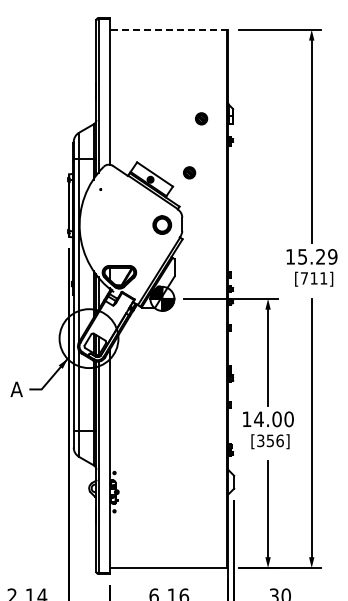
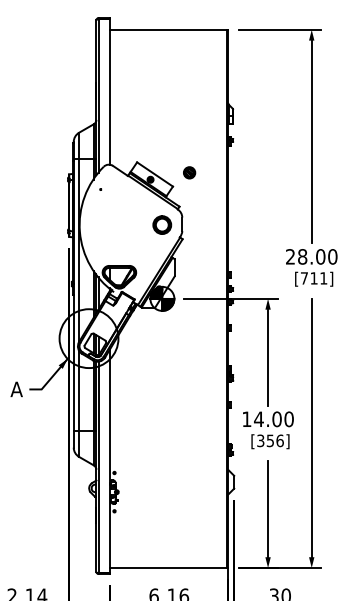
line at (168, 29): dashed -> solid
part at (201, 118): present -> none
text at (311, 256): 15.29 -> 28.00
